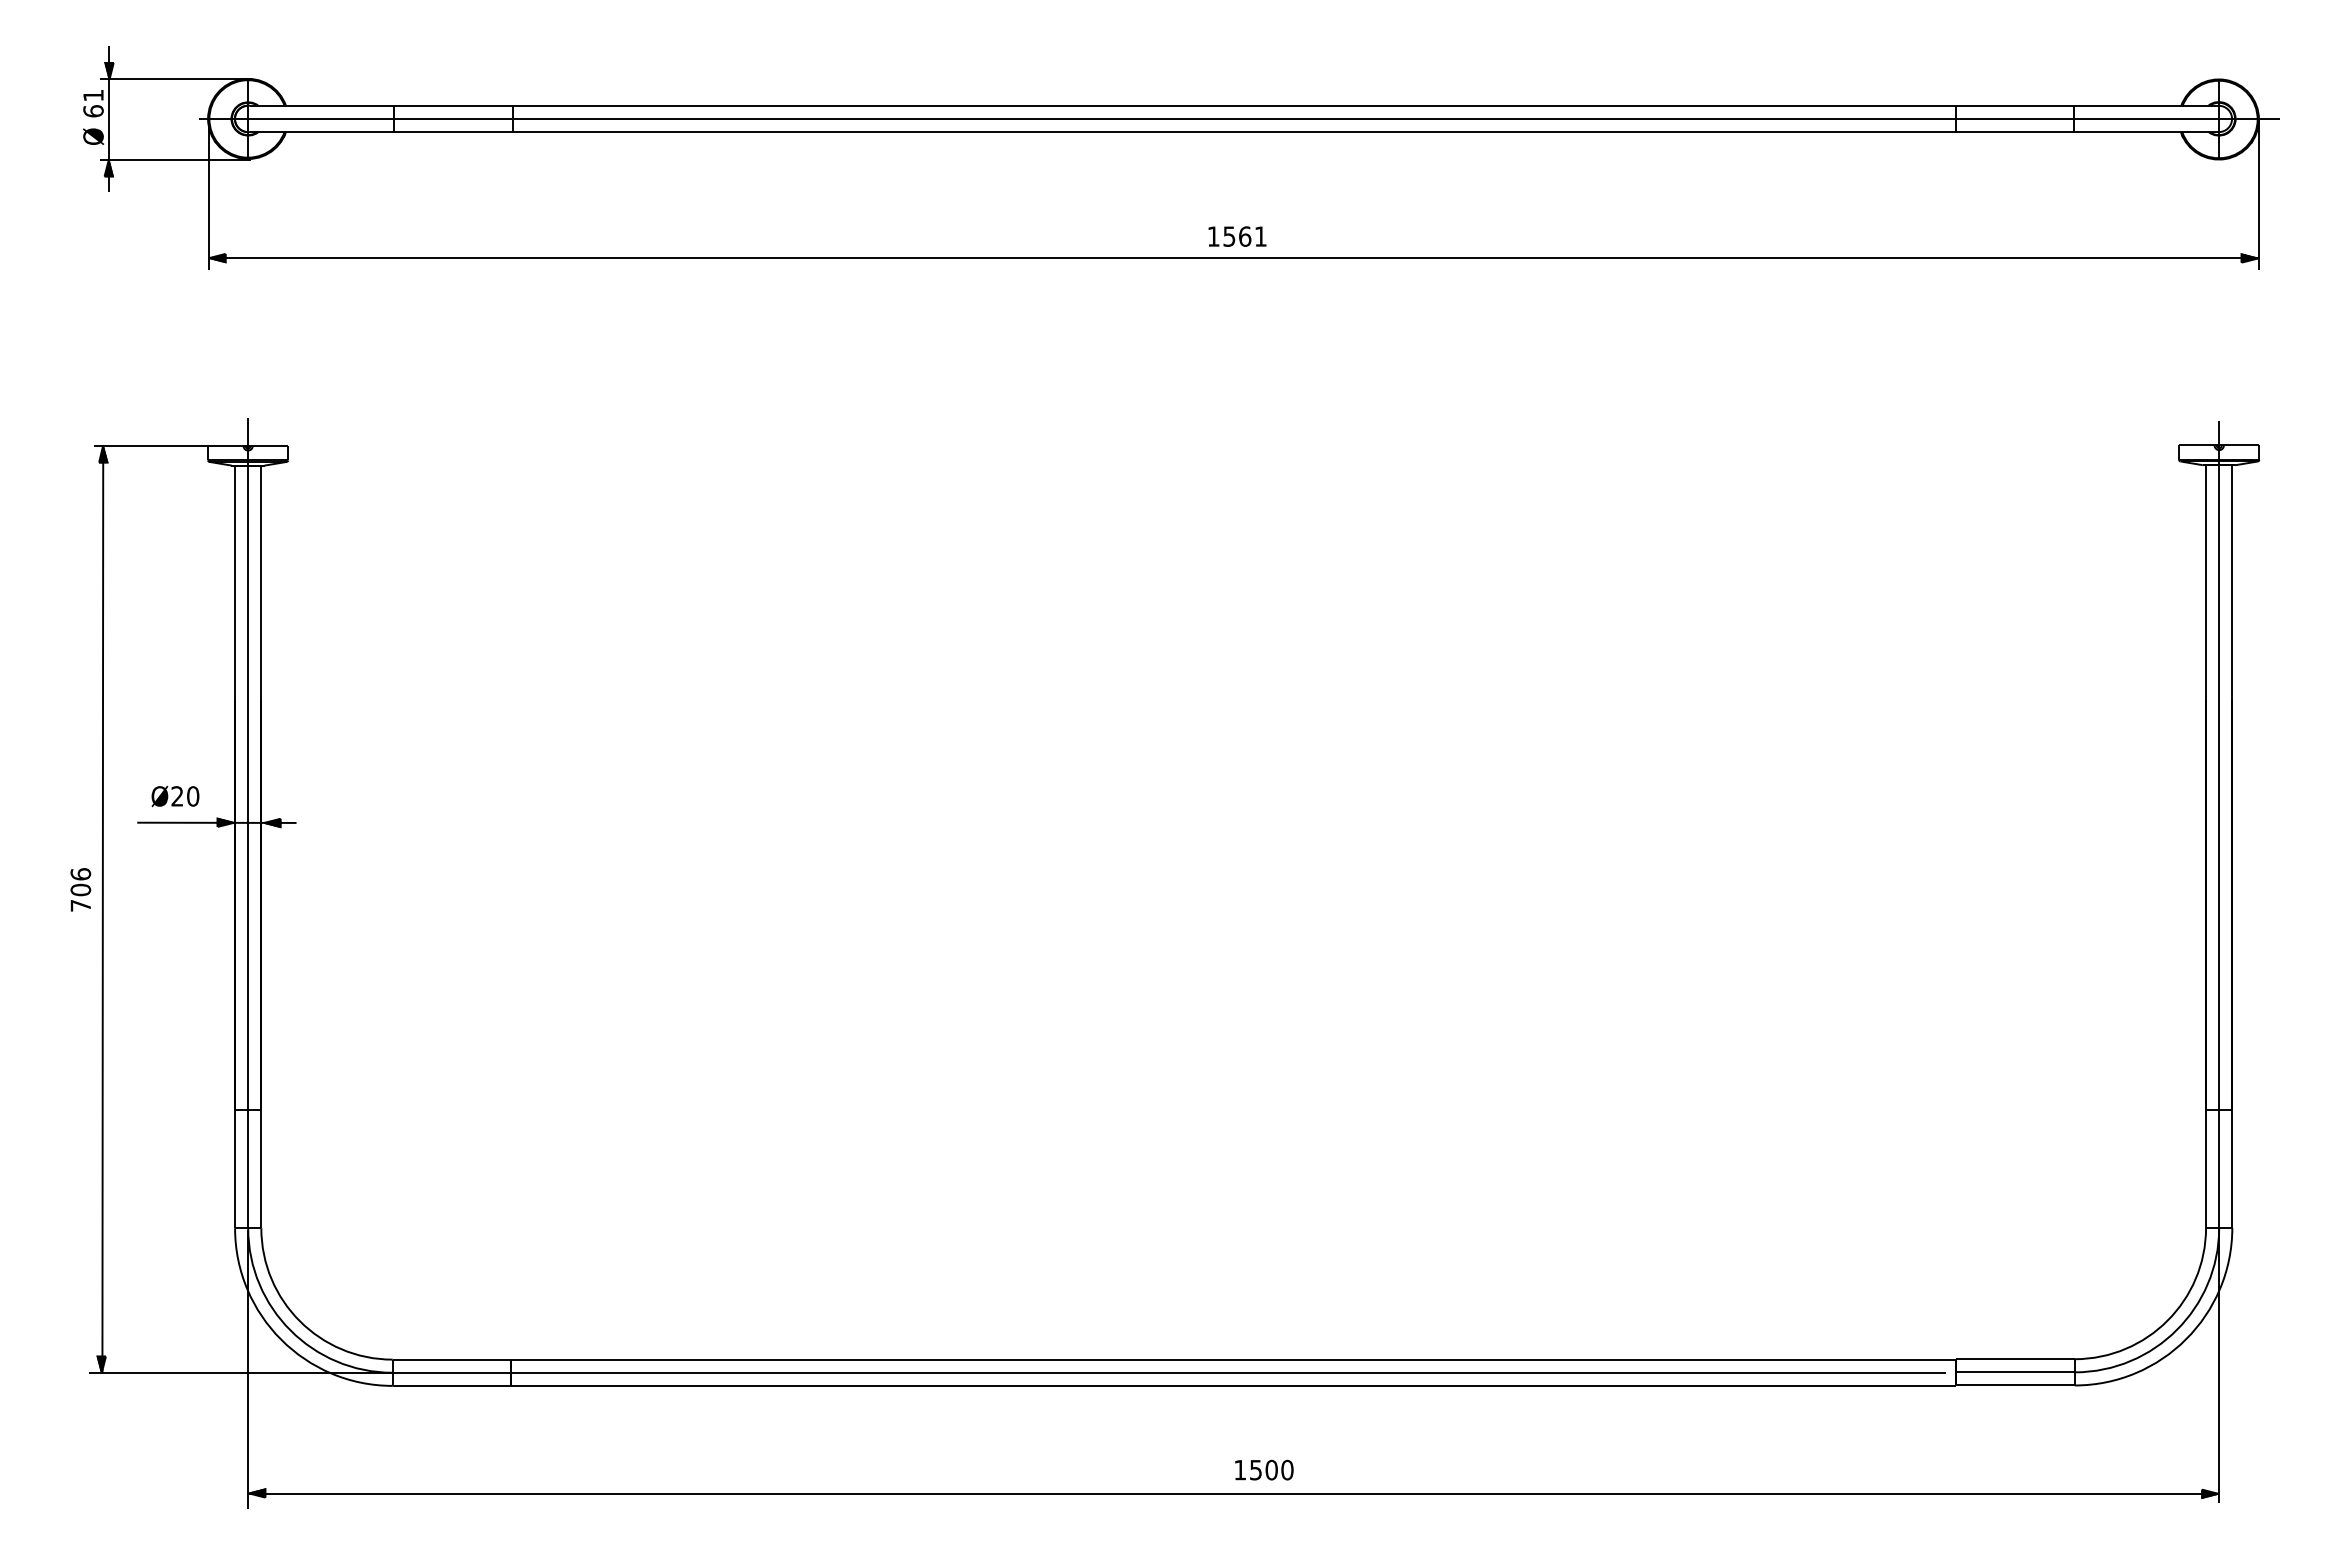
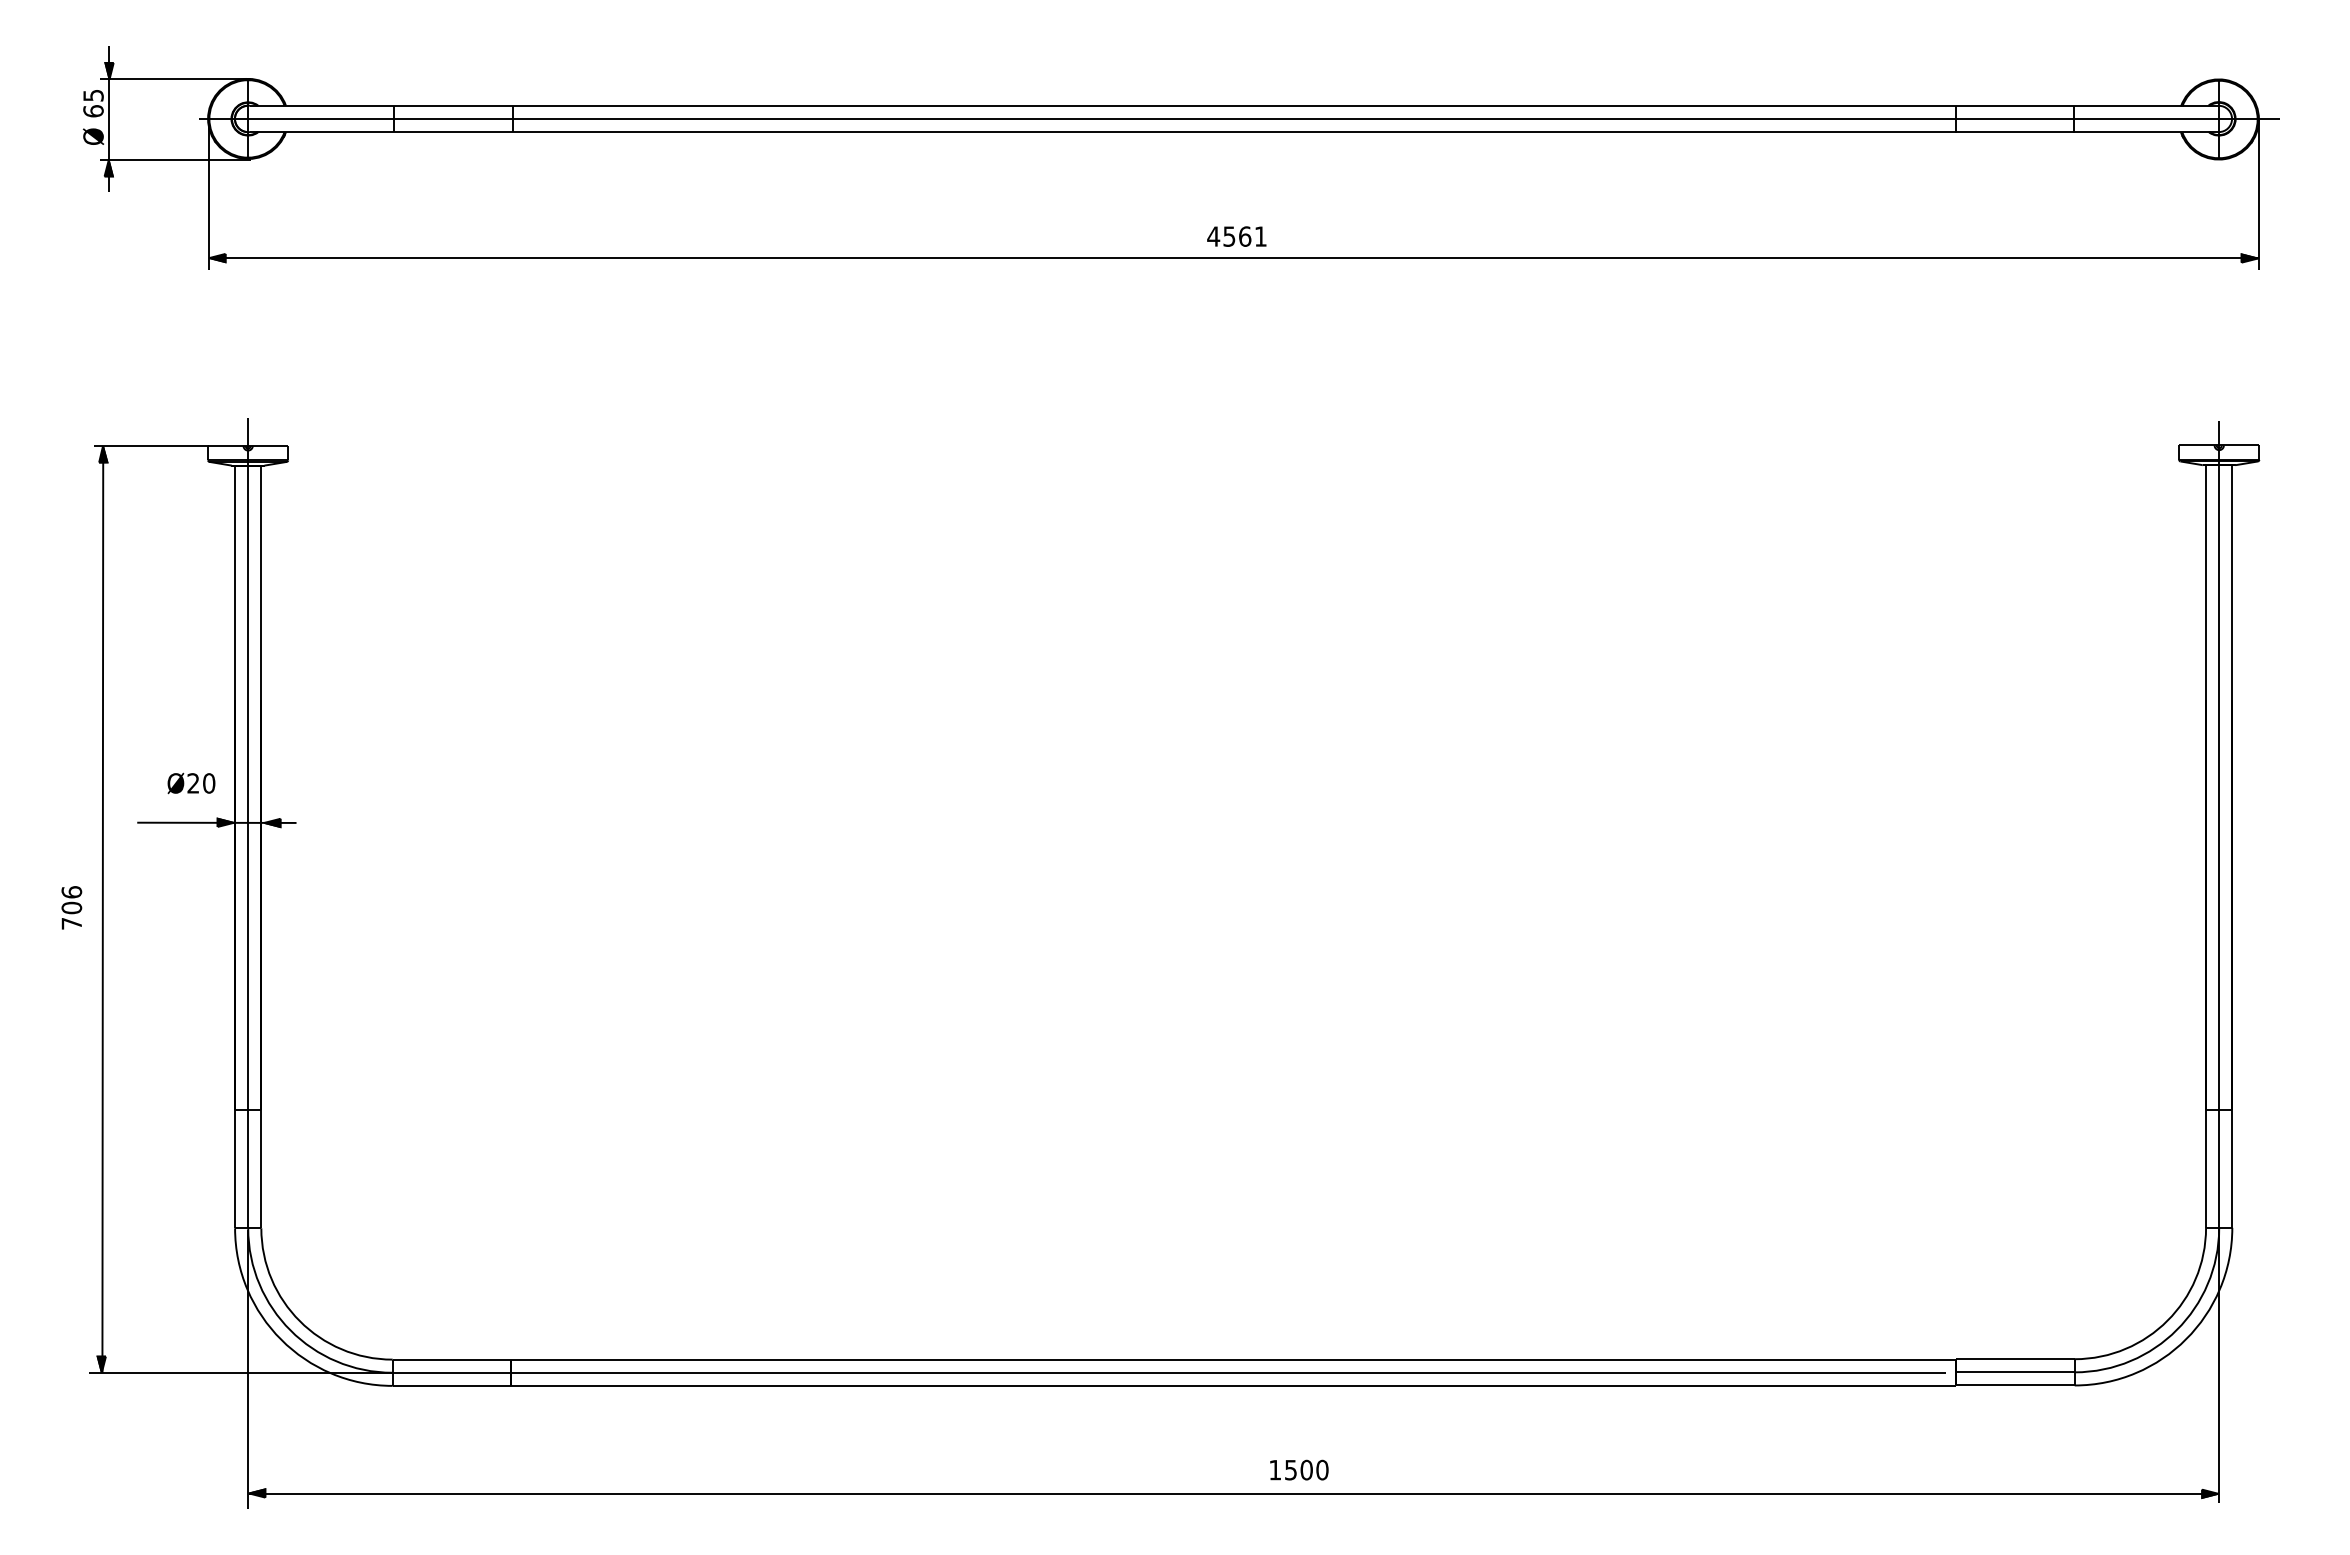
text at (93, 95): 61 -> 65
text at (1213, 236): 1561 -> 4561
text at (175, 796) position: (175, 796) -> (191, 783)
text at (80, 889) position: (80, 889) -> (71, 907)
text at (1264, 1469) position: (1264, 1469) -> (1299, 1469)
